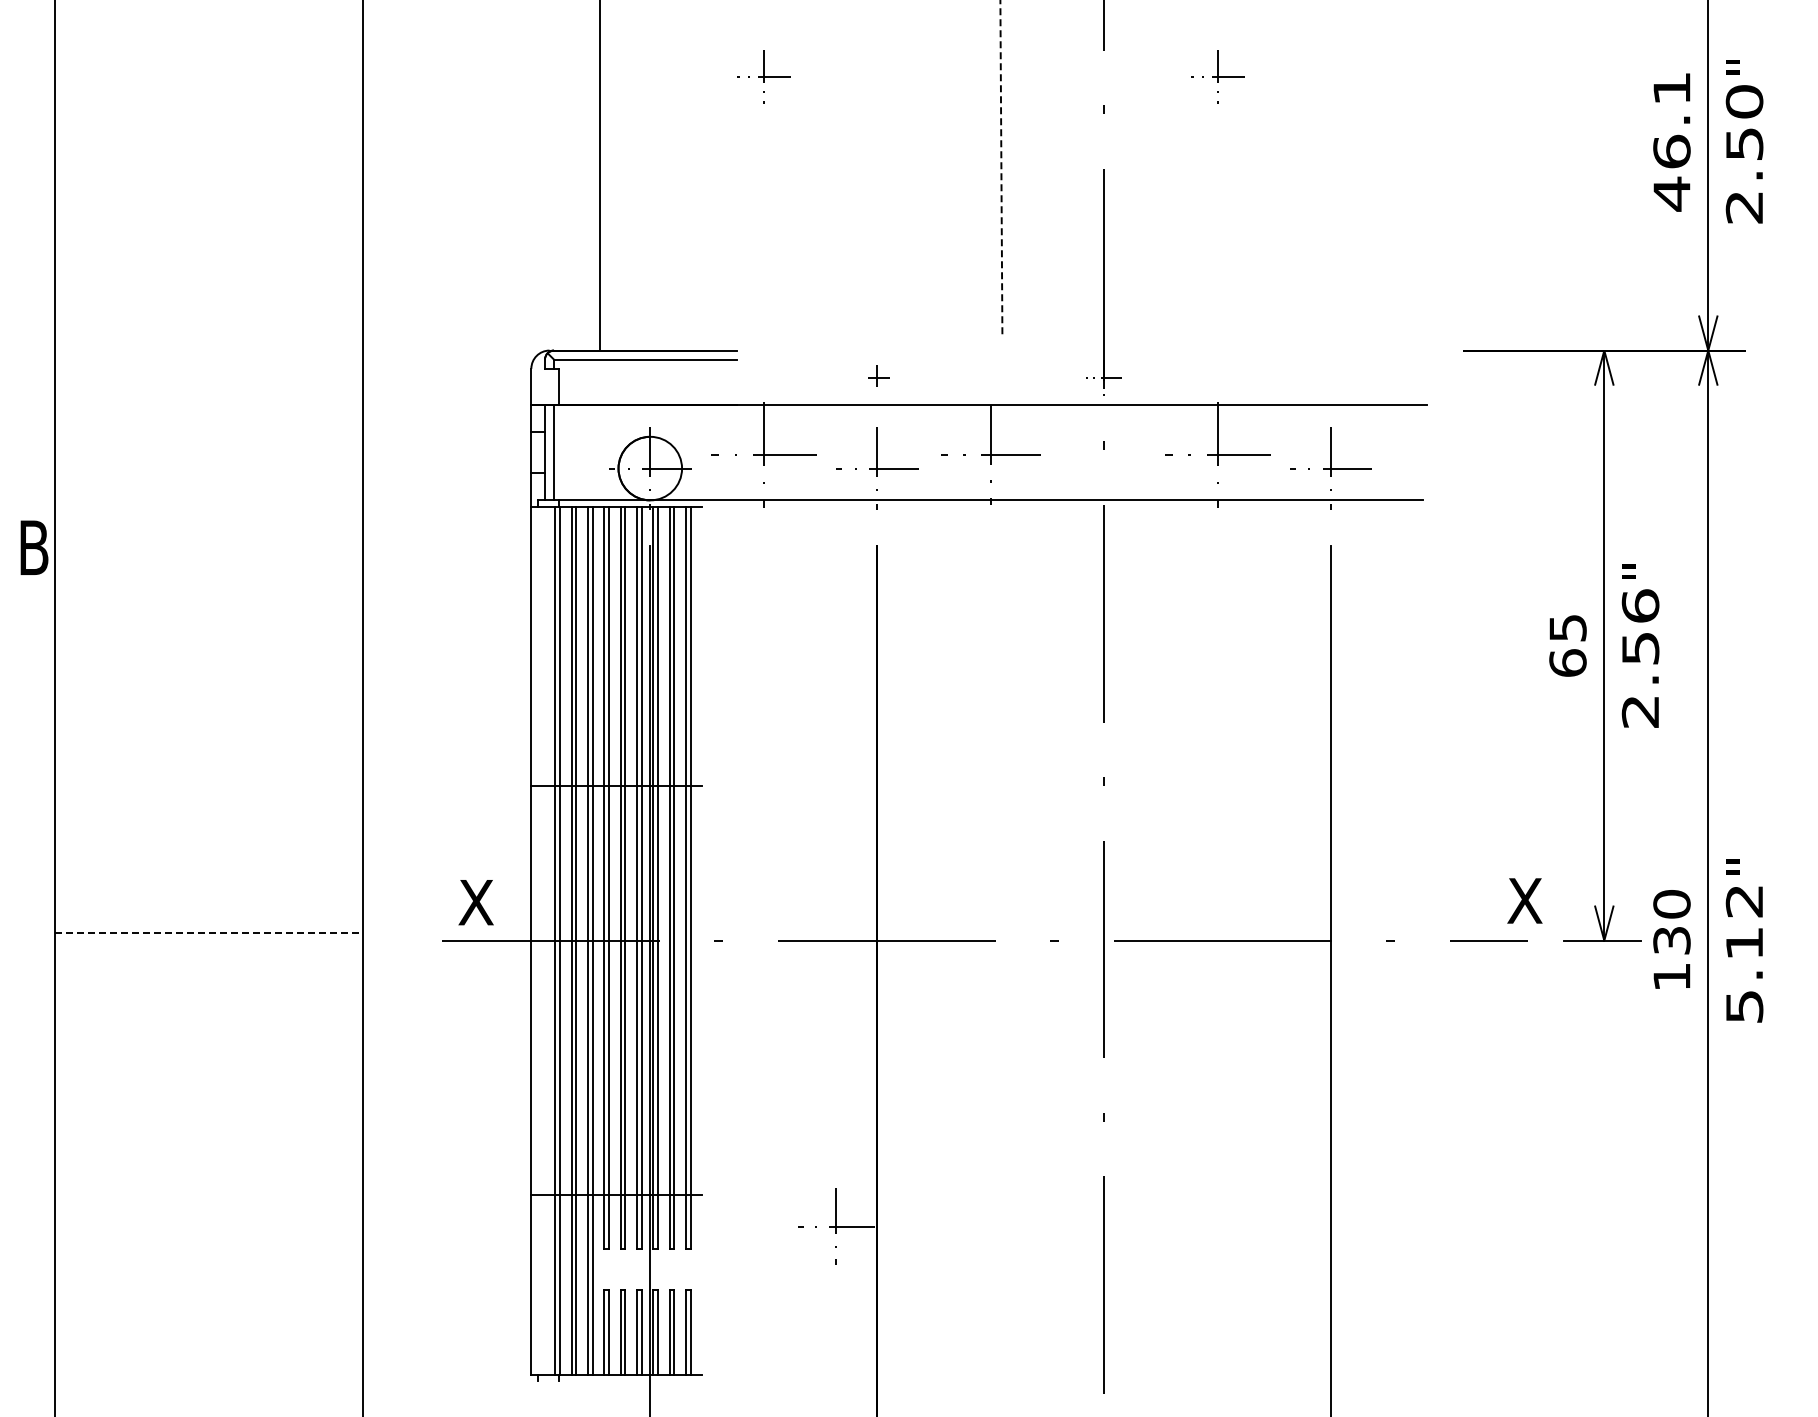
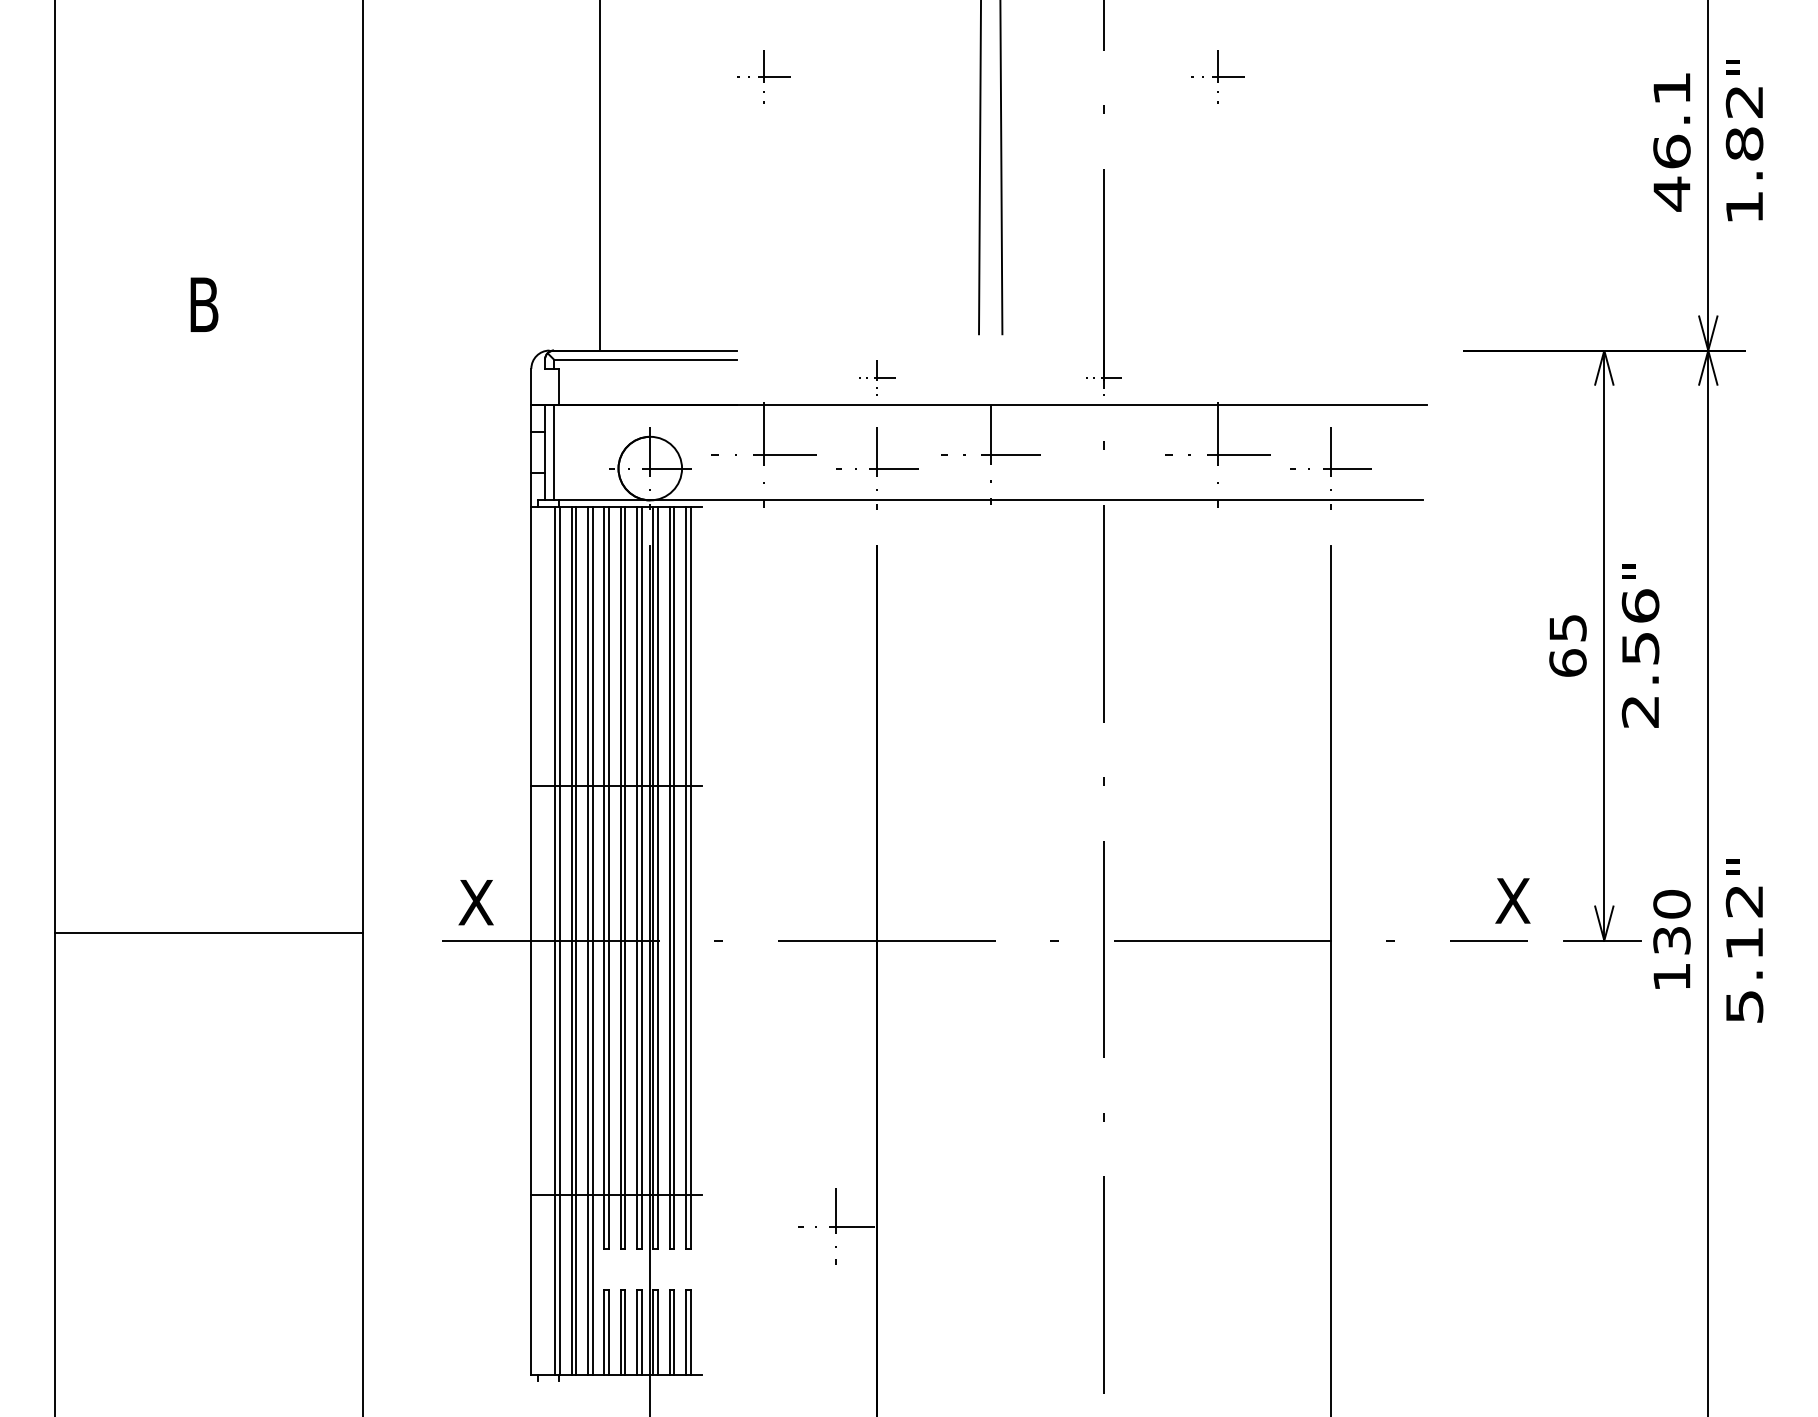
text at (1744, 154): 2.50 -> 1.82
line at (1001, 167): dashed -> solid
line at (980, 168): none -> present
part at (878, 375) size: 22x22 px -> 37x36 px
text at (34, 547) position: (34, 547) -> (204, 304)
text at (1524, 900) position: (1524, 900) -> (1512, 900)
line at (209, 933): dashed -> solid
